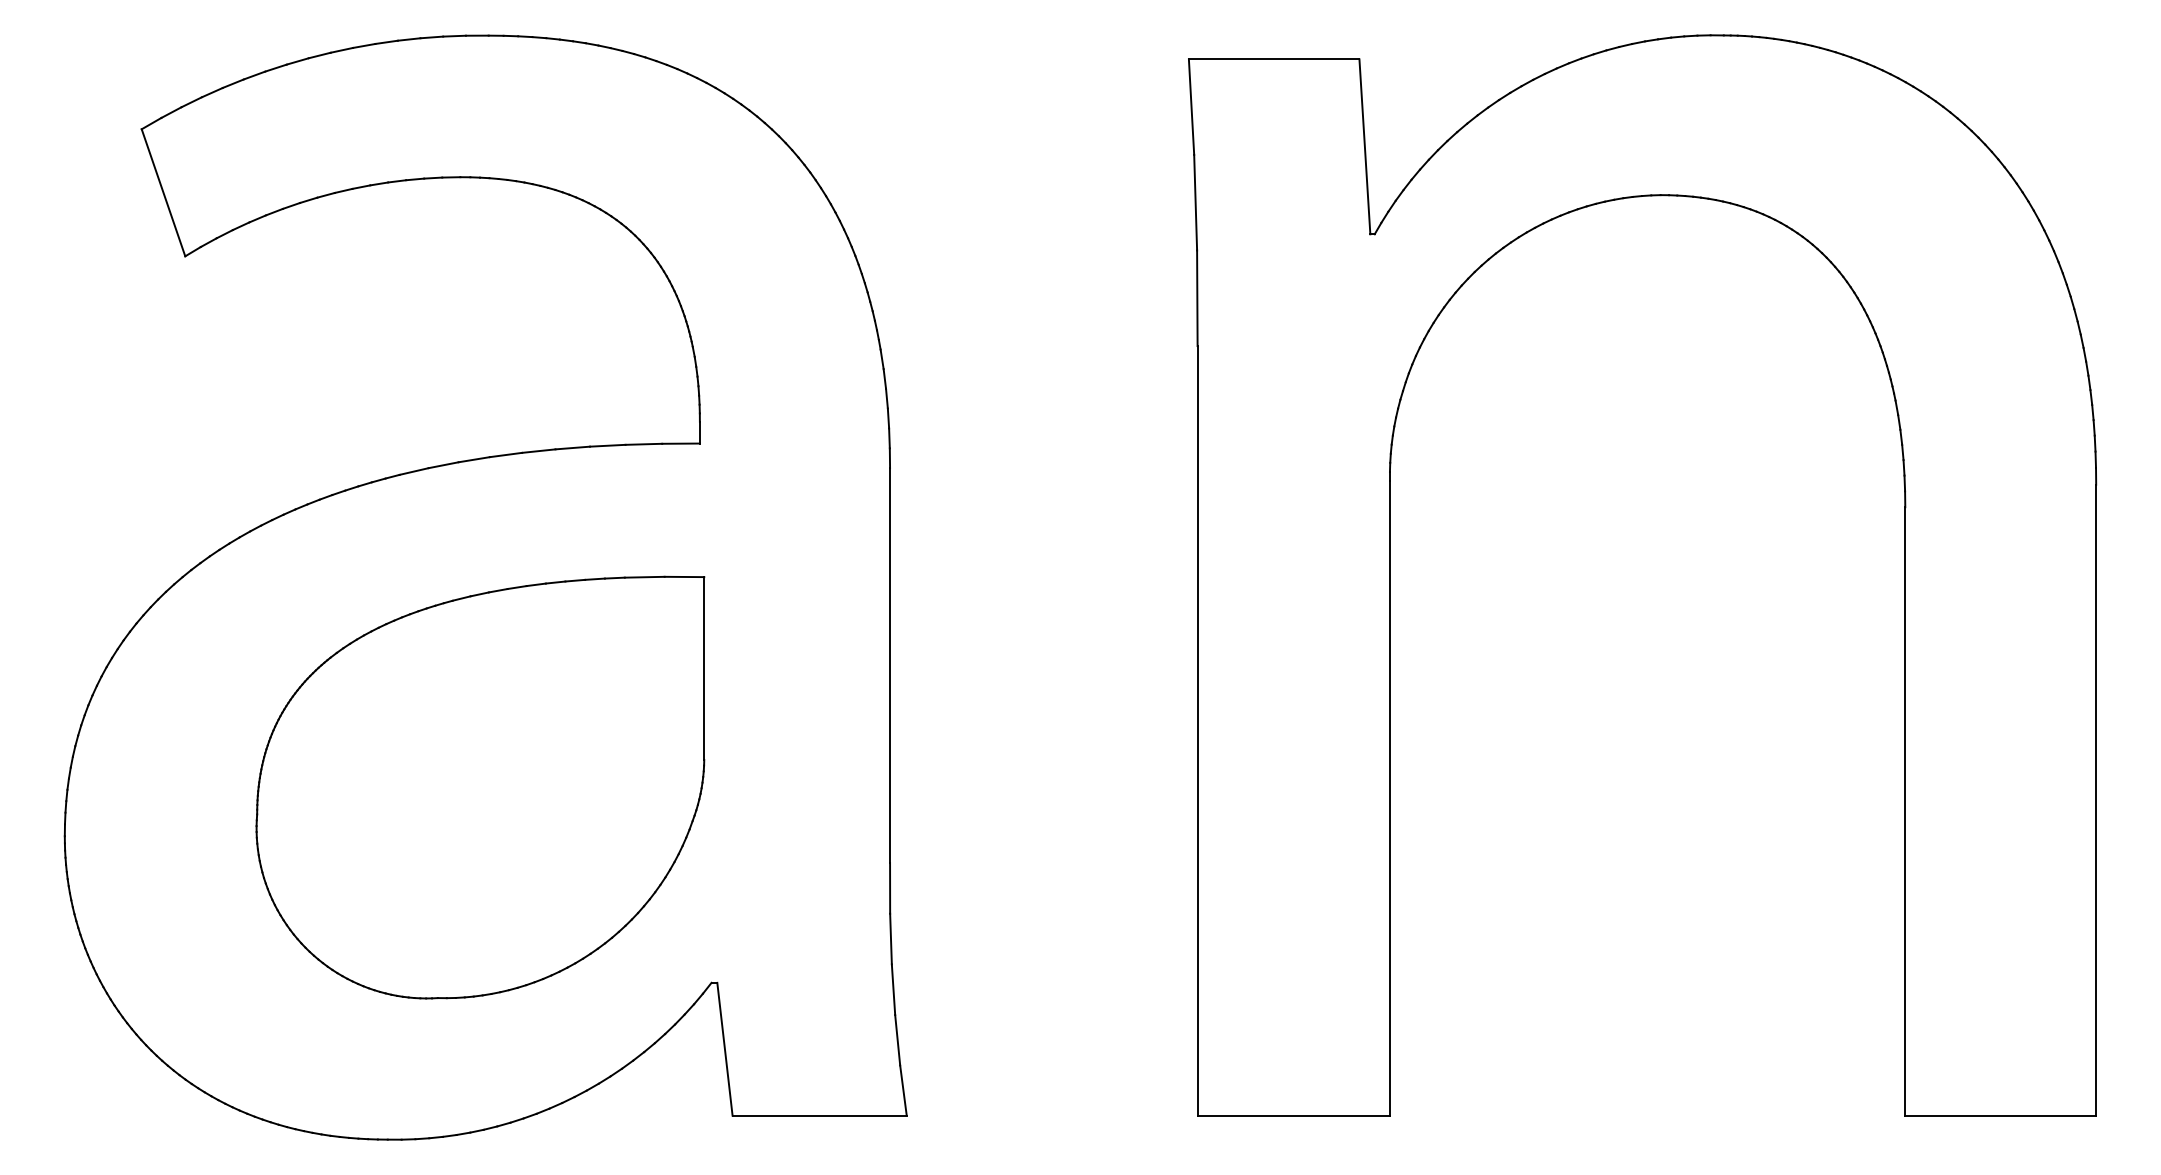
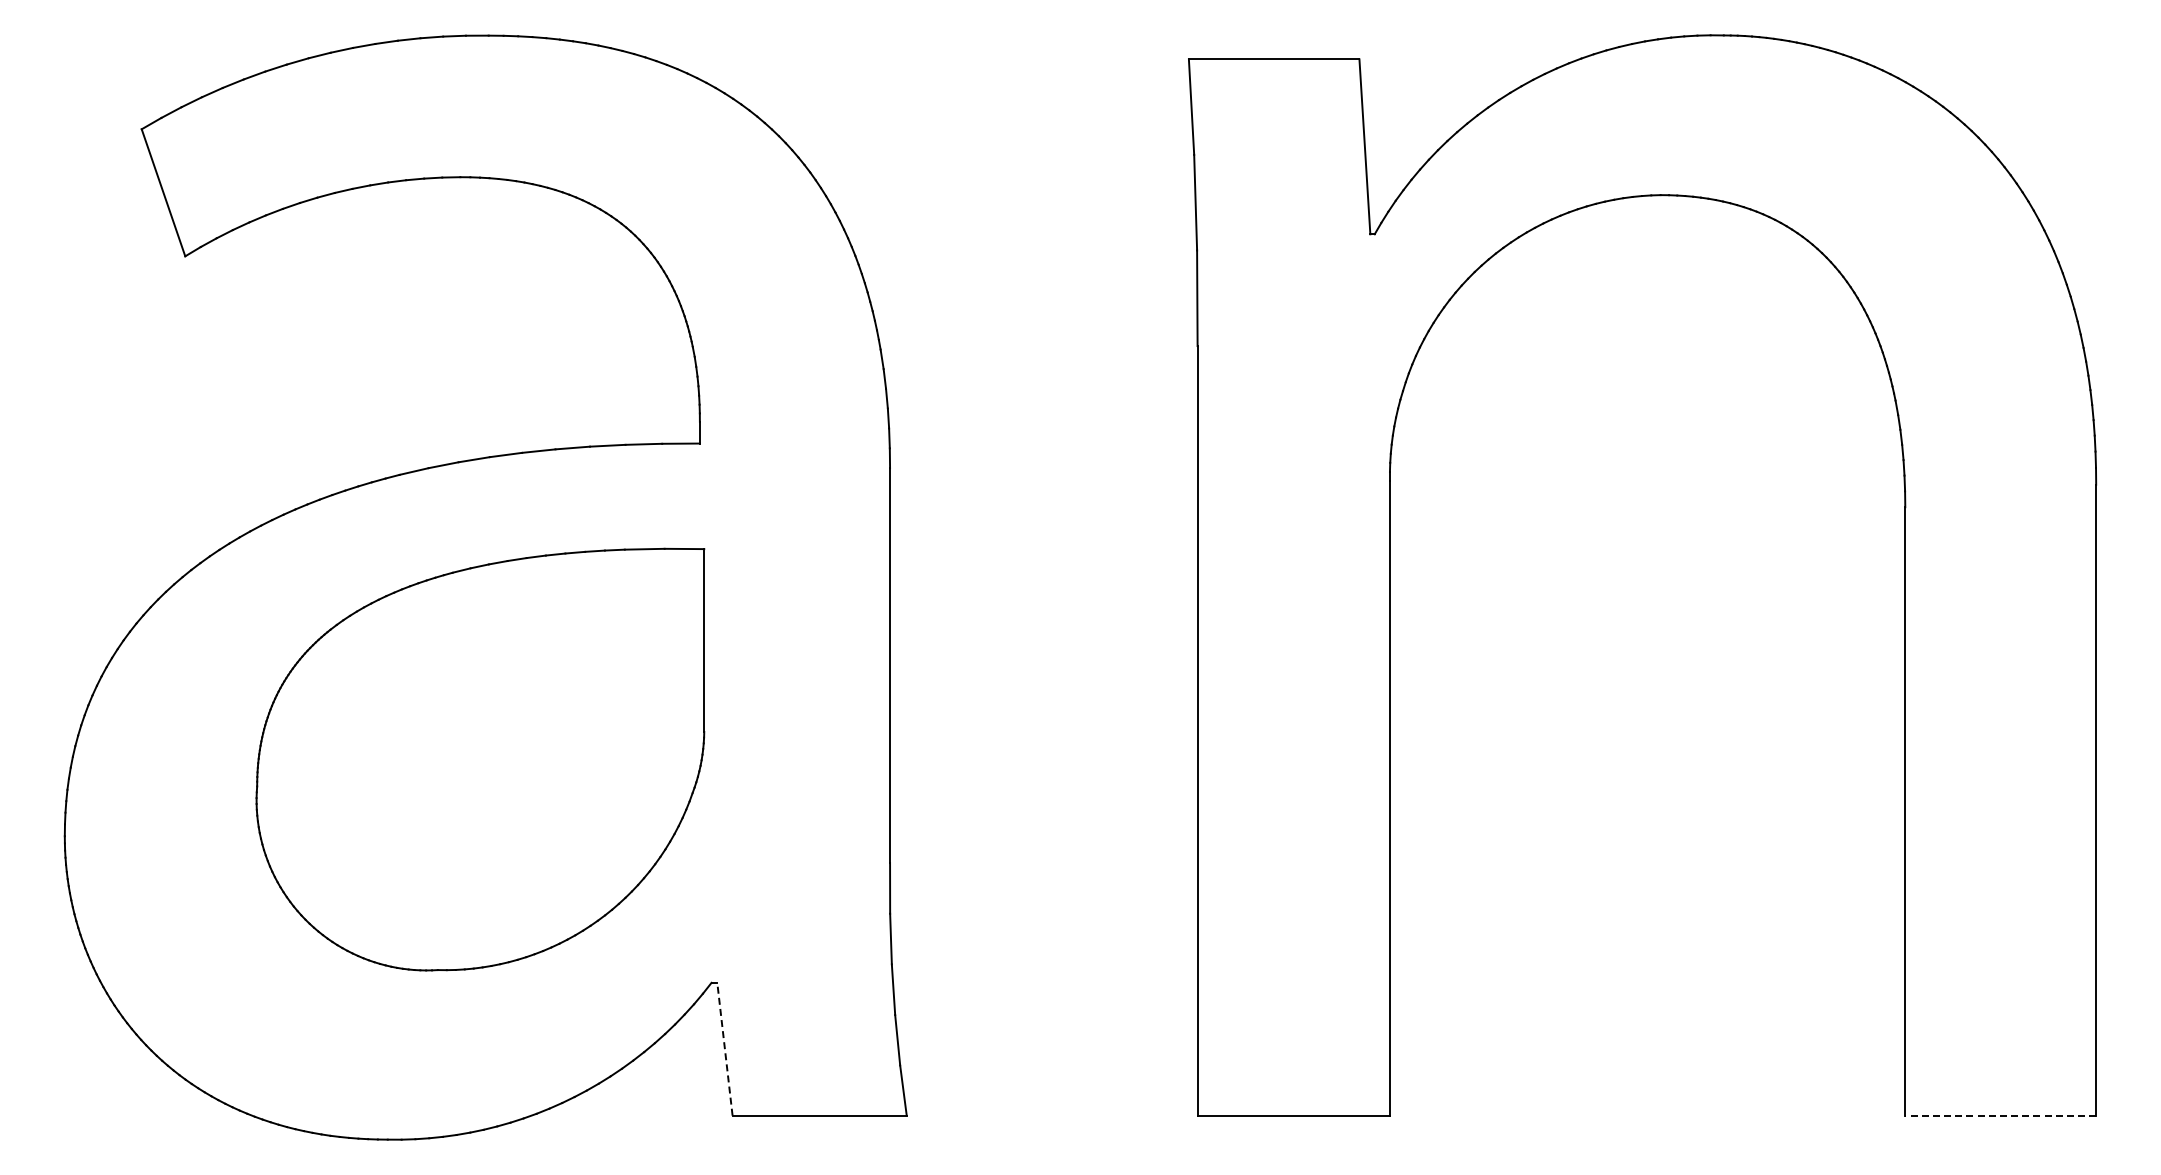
part at (480, 787) position: (480, 787) -> (480, 759)
line at (724, 1049): solid -> dashed
line at (2000, 1116): solid -> dashed
